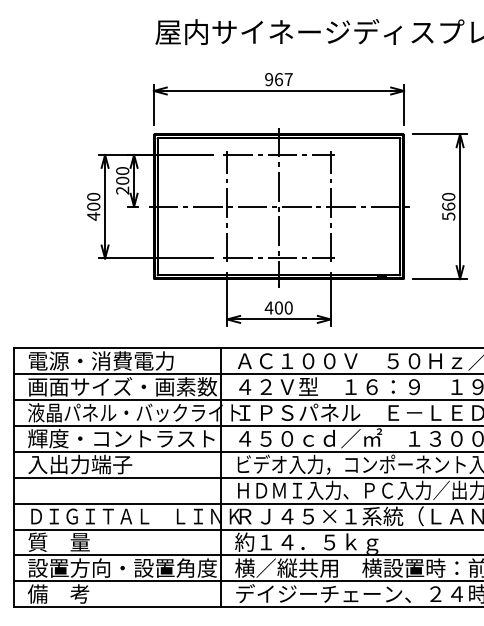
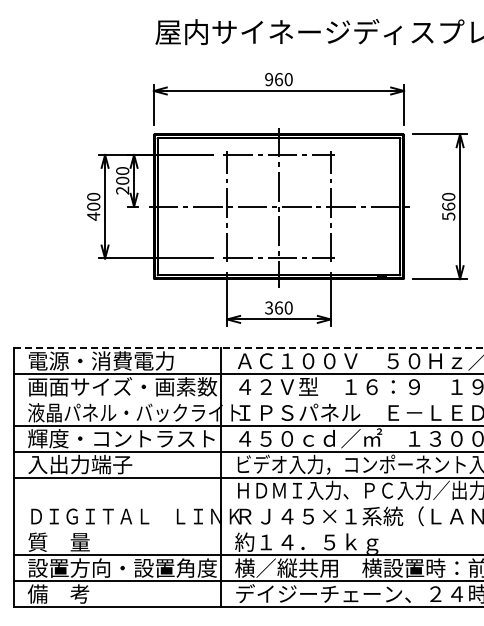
text at (288, 79): 967 -> 960
text at (273, 307): 400 -> 360
line at (249, 348): solid -> dashed
line at (247, 400): present -> none
line at (247, 503): present -> none
line at (247, 529): present -> none
